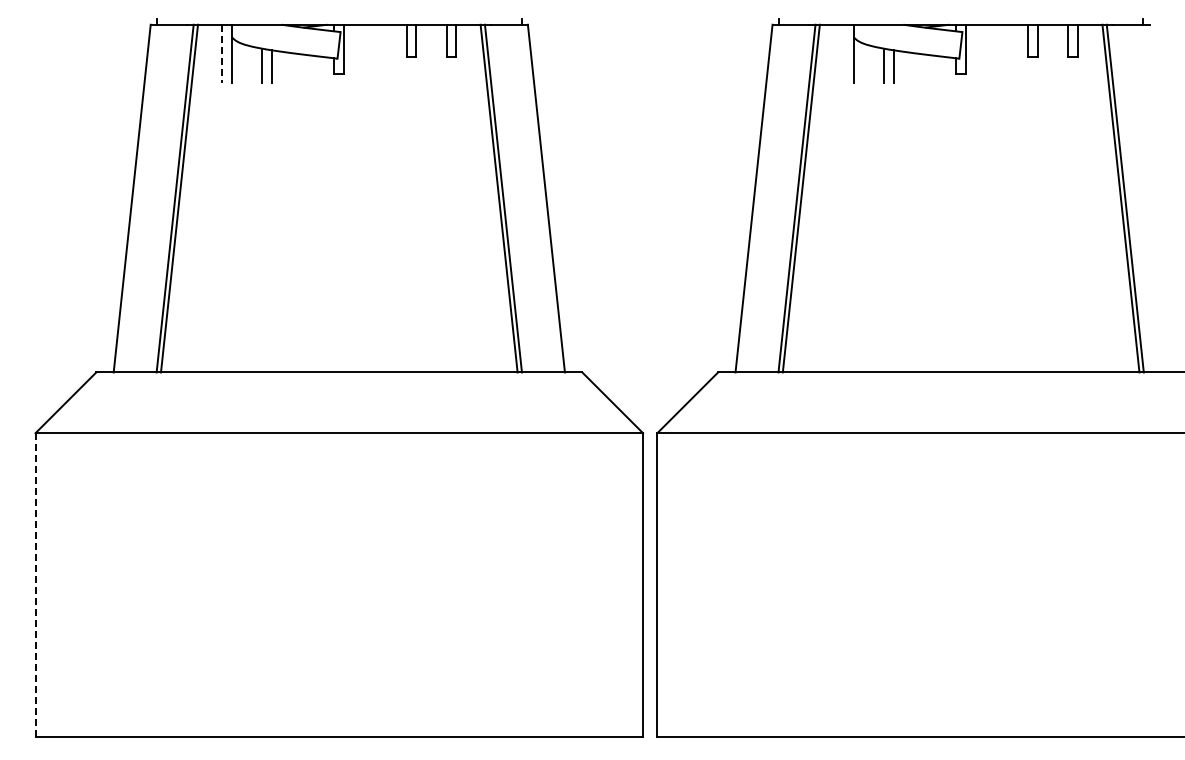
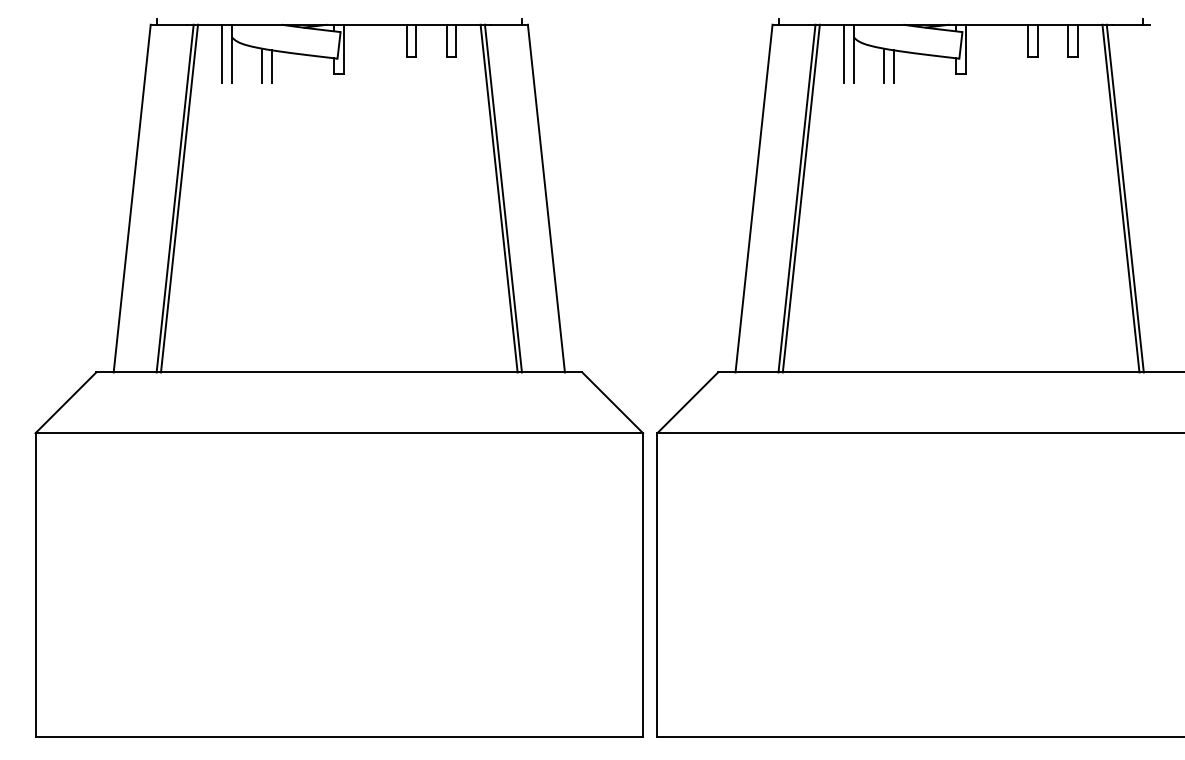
line at (222, 53): dashed -> solid
line at (844, 53): none -> present
line at (35, 585): dashed -> solid
